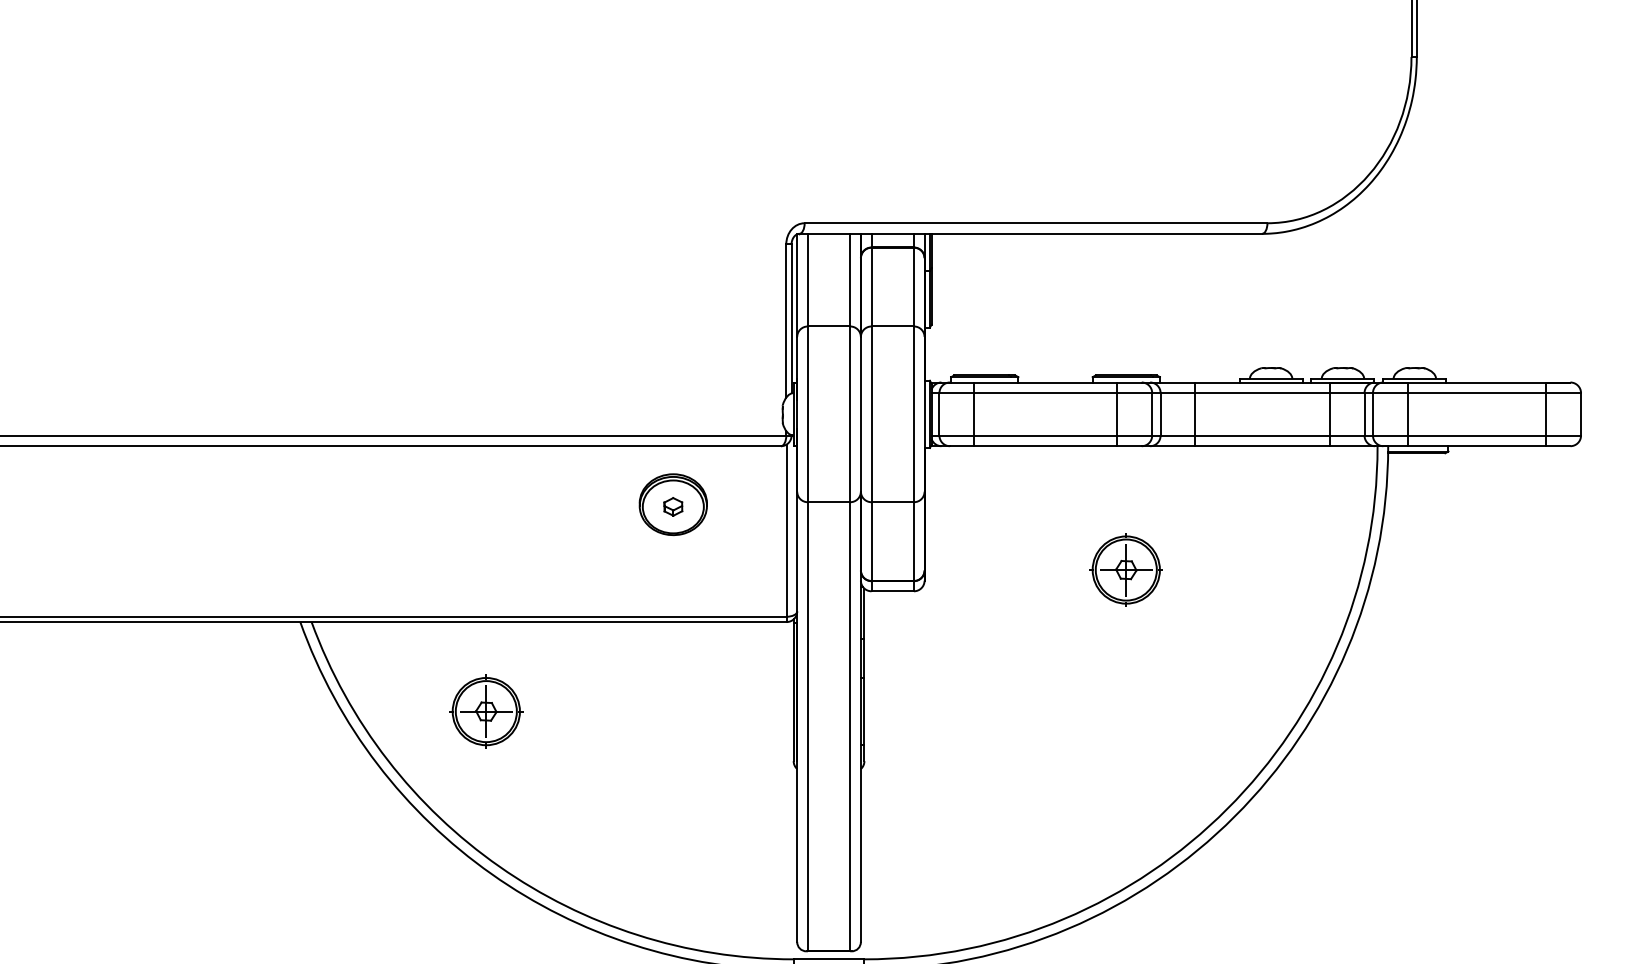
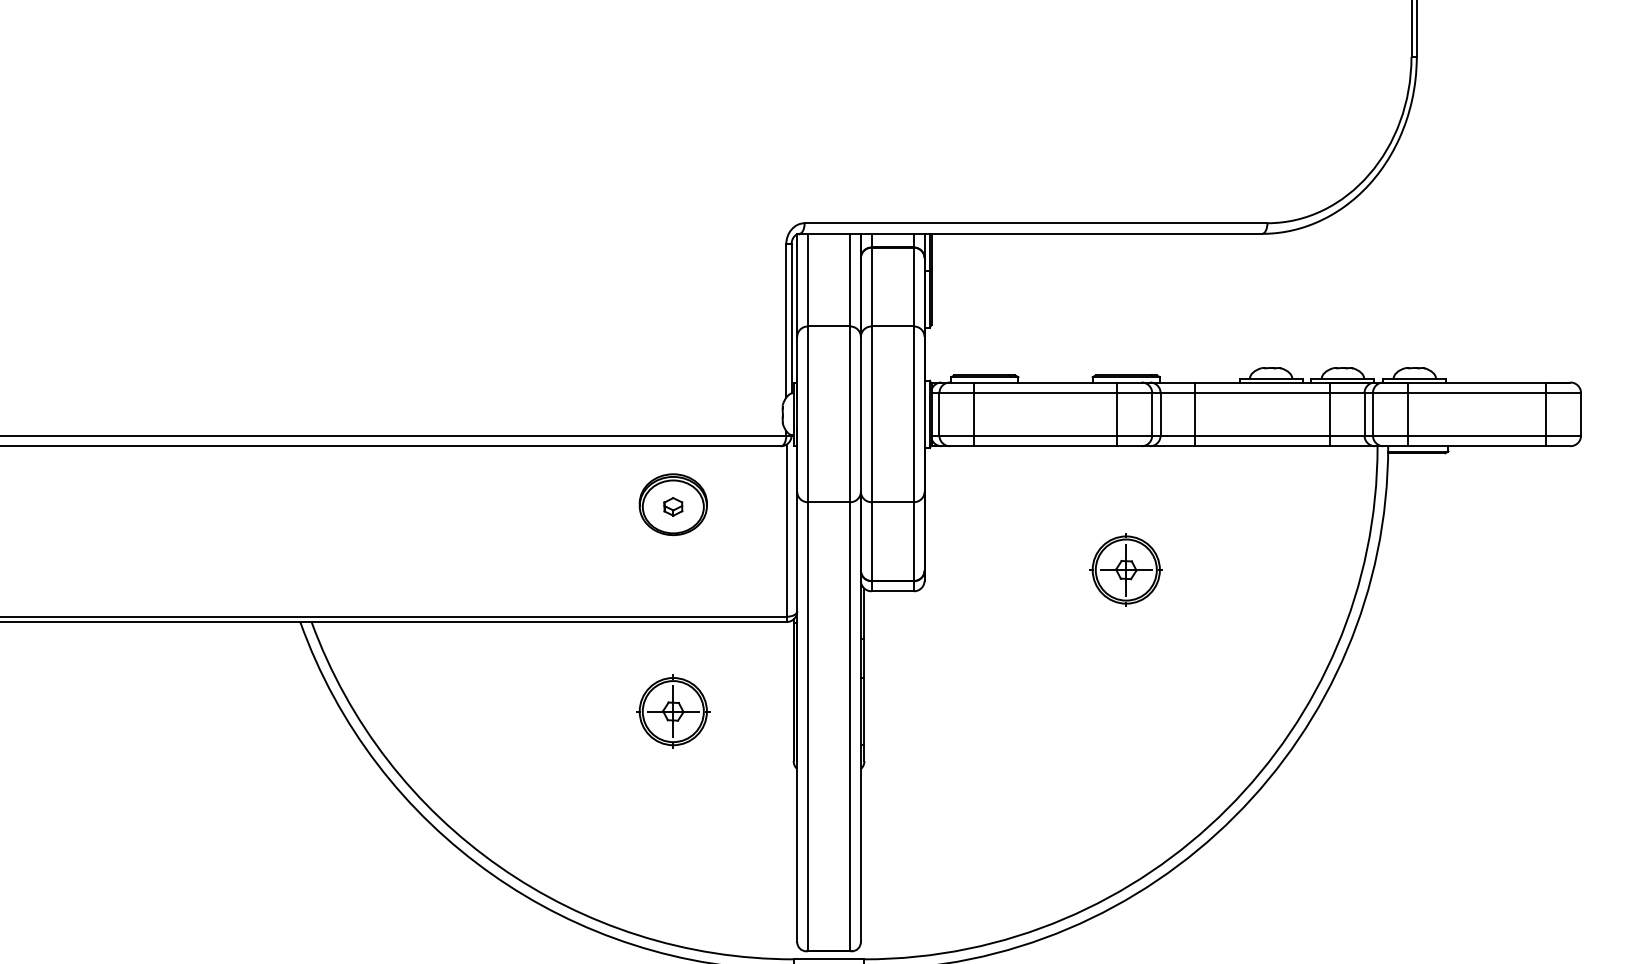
part at (486, 711) position: (486, 711) -> (673, 711)
